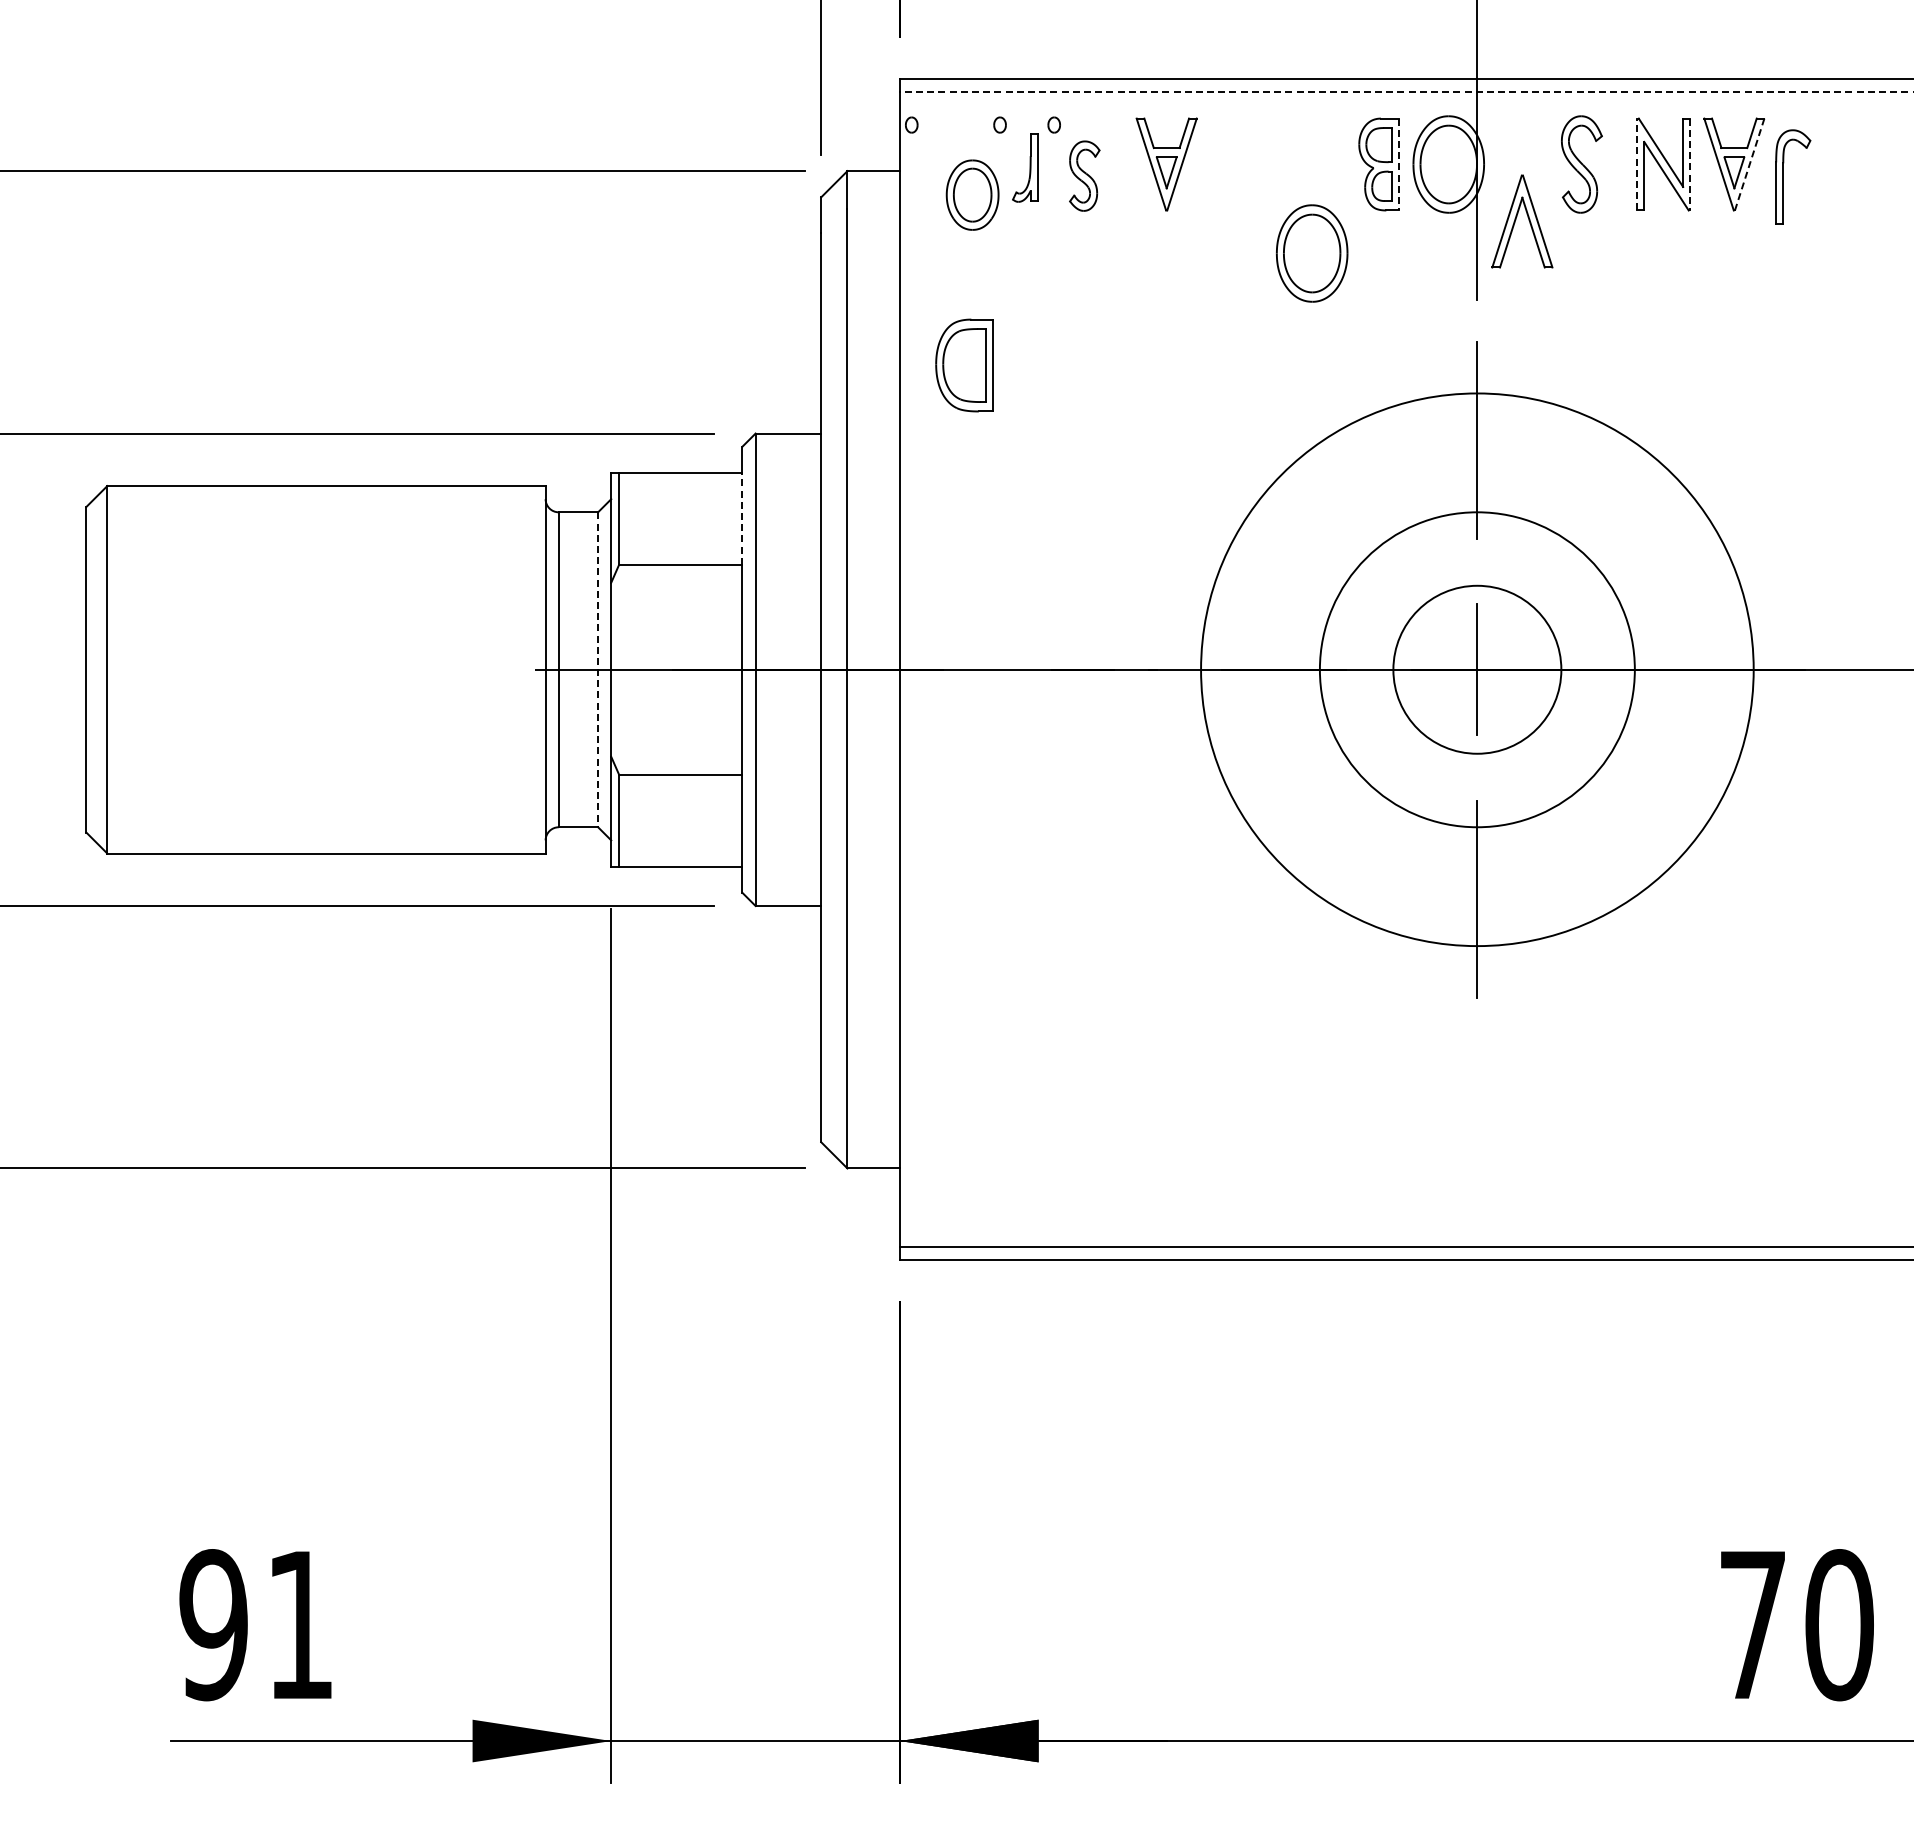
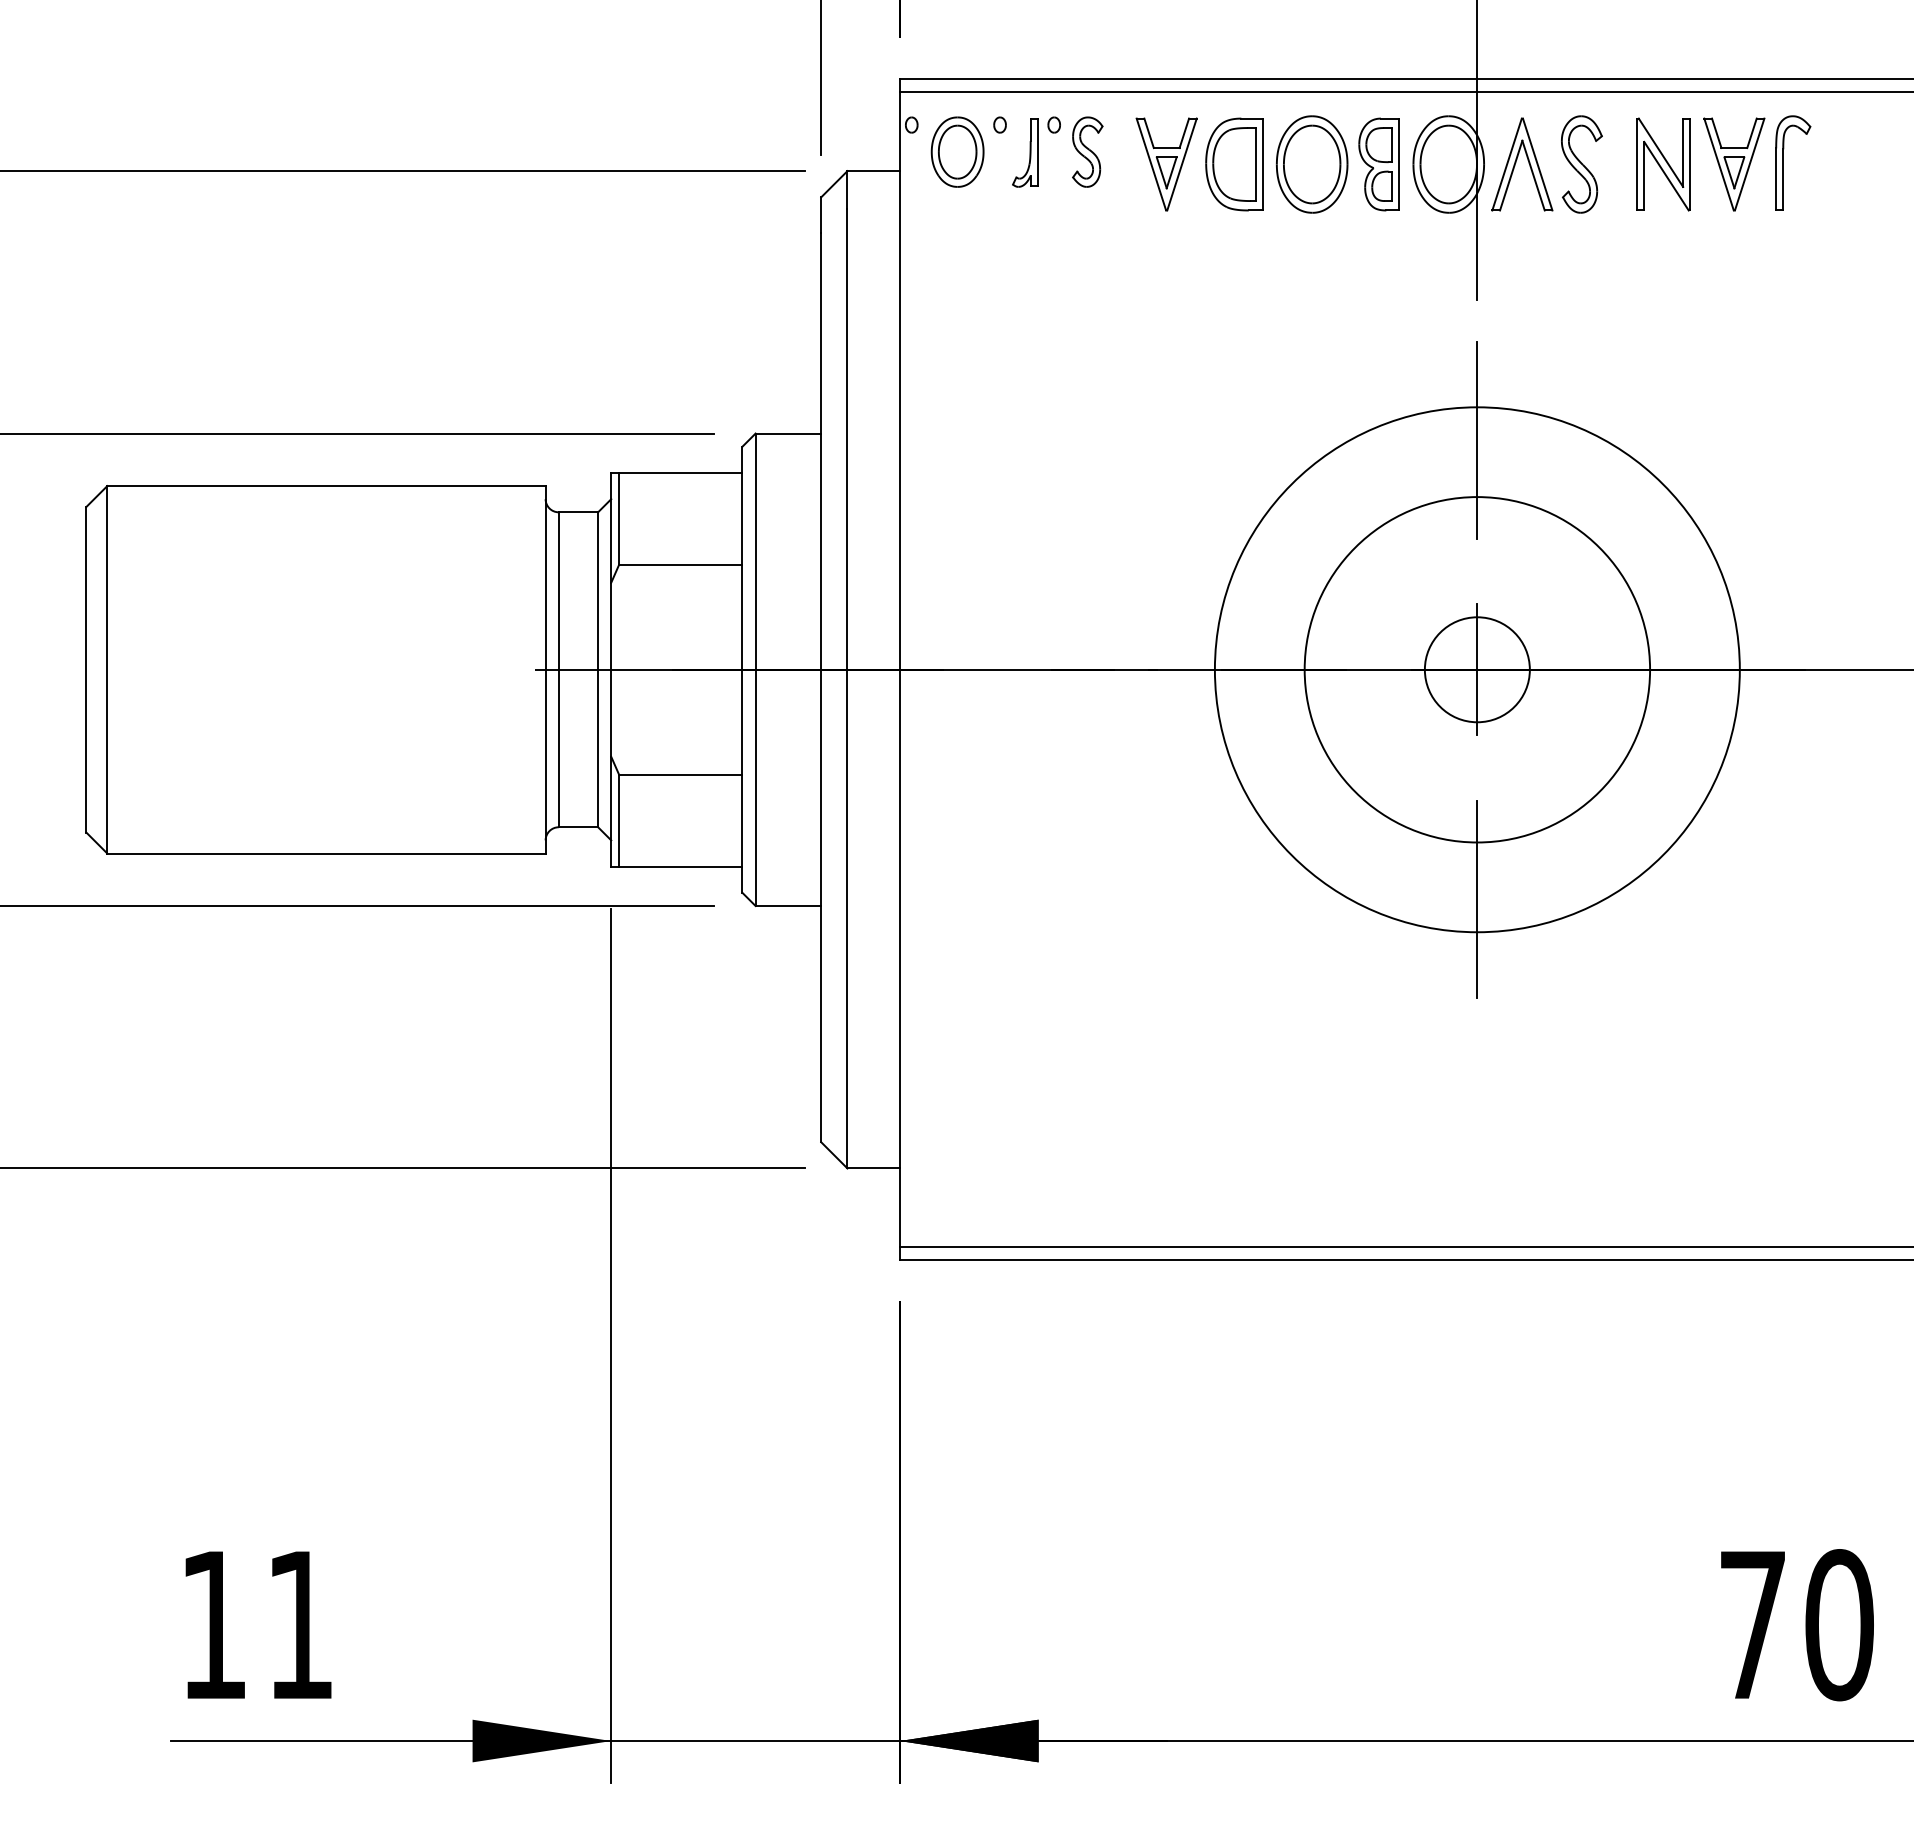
line at (1406, 92): dashed -> solid
line at (1399, 164): dashed -> solid
line at (1637, 164): dashed -> solid
line at (1690, 164): dashed -> solid
line at (1749, 165): dashed -> solid
part at (1025, 167) position: (1025, 167) -> (1025, 152)
part at (1084, 175) position: (1084, 175) -> (1087, 151)
part at (1783, 176) position: (1783, 176) -> (1783, 162)
part at (972, 194) position: (972, 194) -> (957, 151)
part at (1516, 220) position: (1516, 220) -> (1516, 163)
part at (1312, 253) position: (1312, 253) -> (1312, 164)
part at (964, 365) position: (964, 365) -> (1234, 164)
line at (742, 518): dashed -> solid
circle at (1476, 669) diameter: 315 px -> 525 px
circle at (1477, 669) diameter: 168 px -> 105 px
circle at (1477, 669) diameter: 553 px -> 345 px
line at (598, 670): dashed -> solid
text at (213, 1625): 91 -> 11
